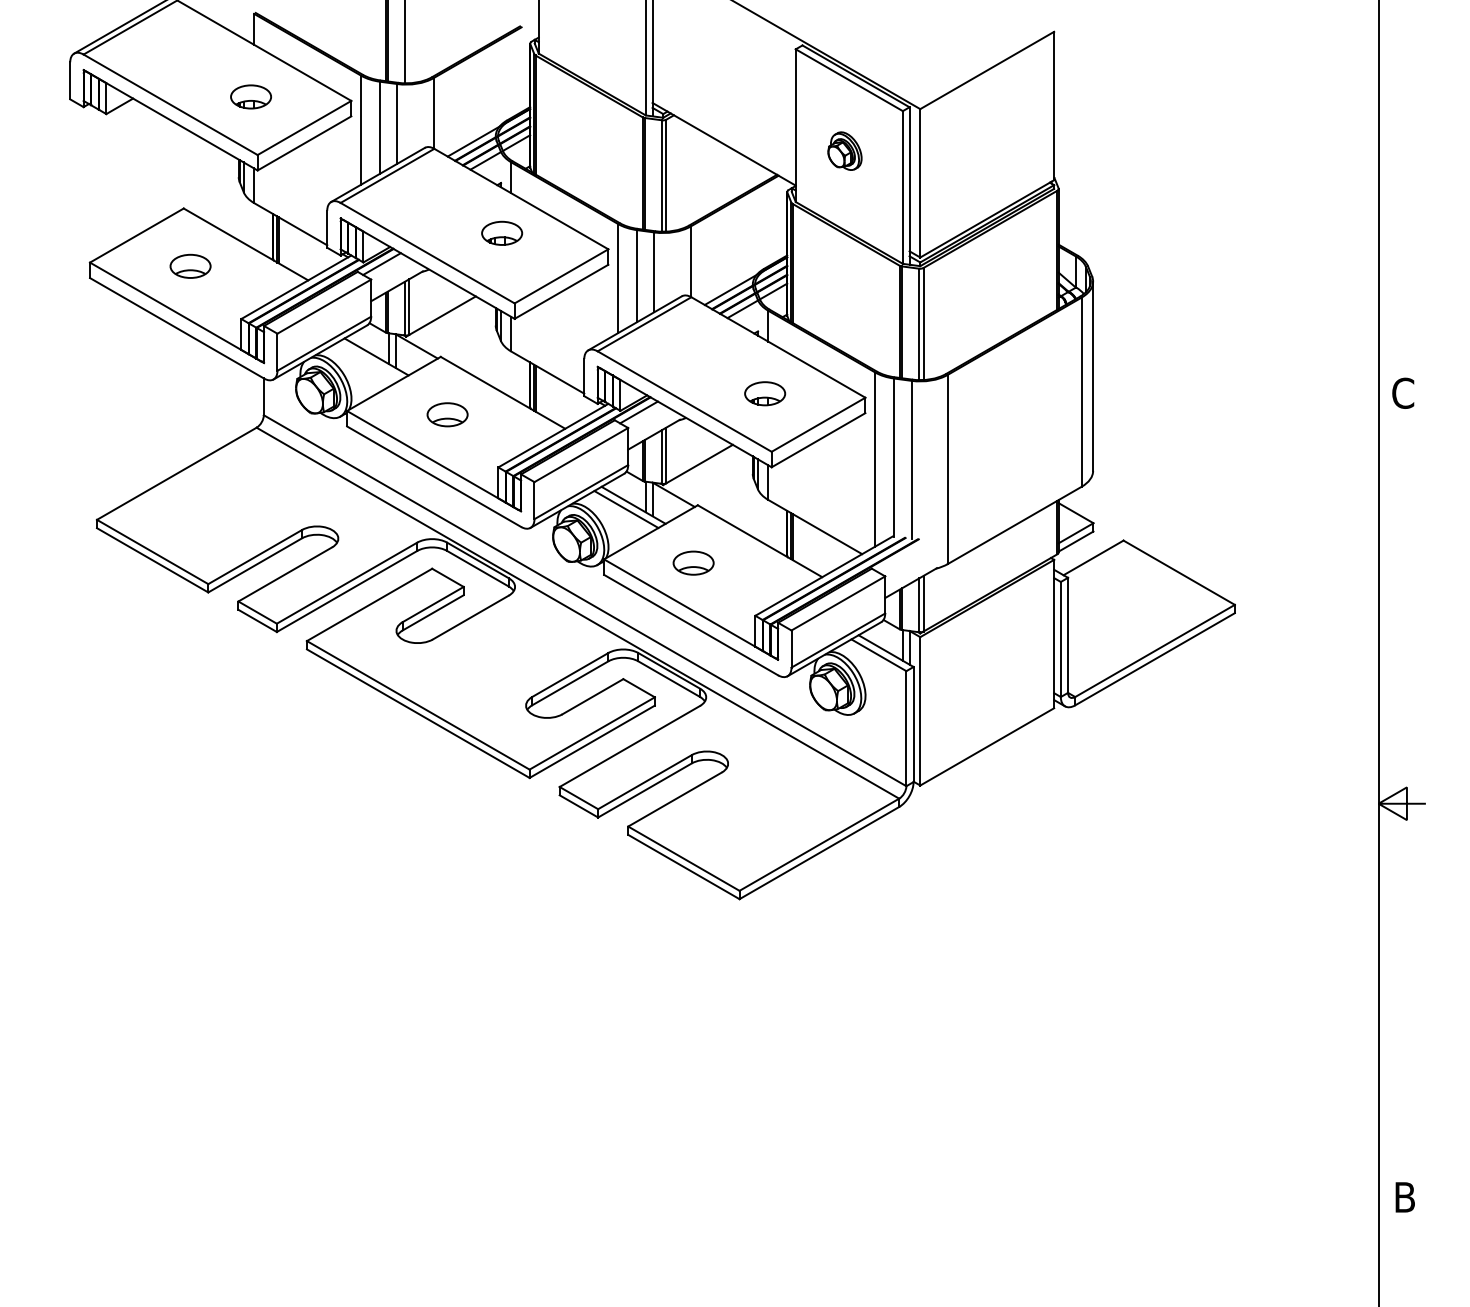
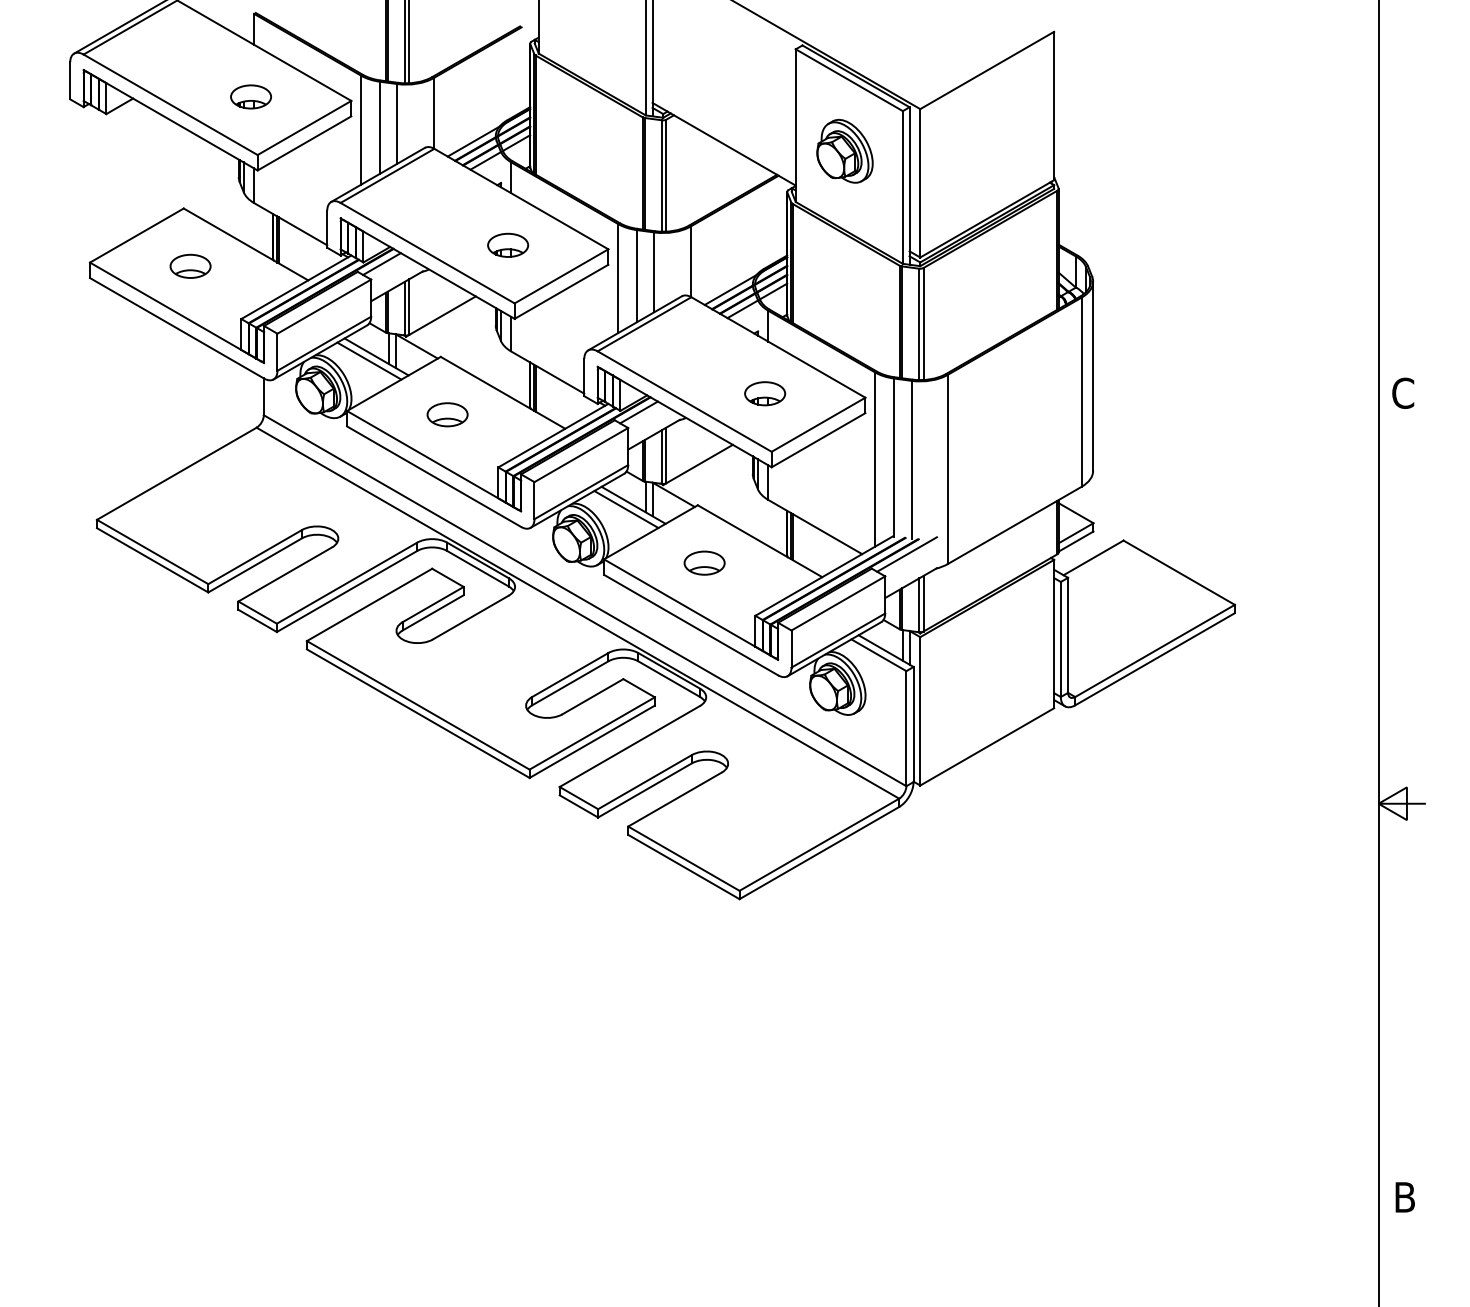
line at (409, 42): none -> present
part at (844, 150) size: 36x40 px -> 58x66 px
part at (502, 232) position: (502, 232) -> (508, 244)
line at (369, 360): none -> present
line at (906, 554): none -> present
part at (693, 562) position: (693, 562) -> (704, 562)
